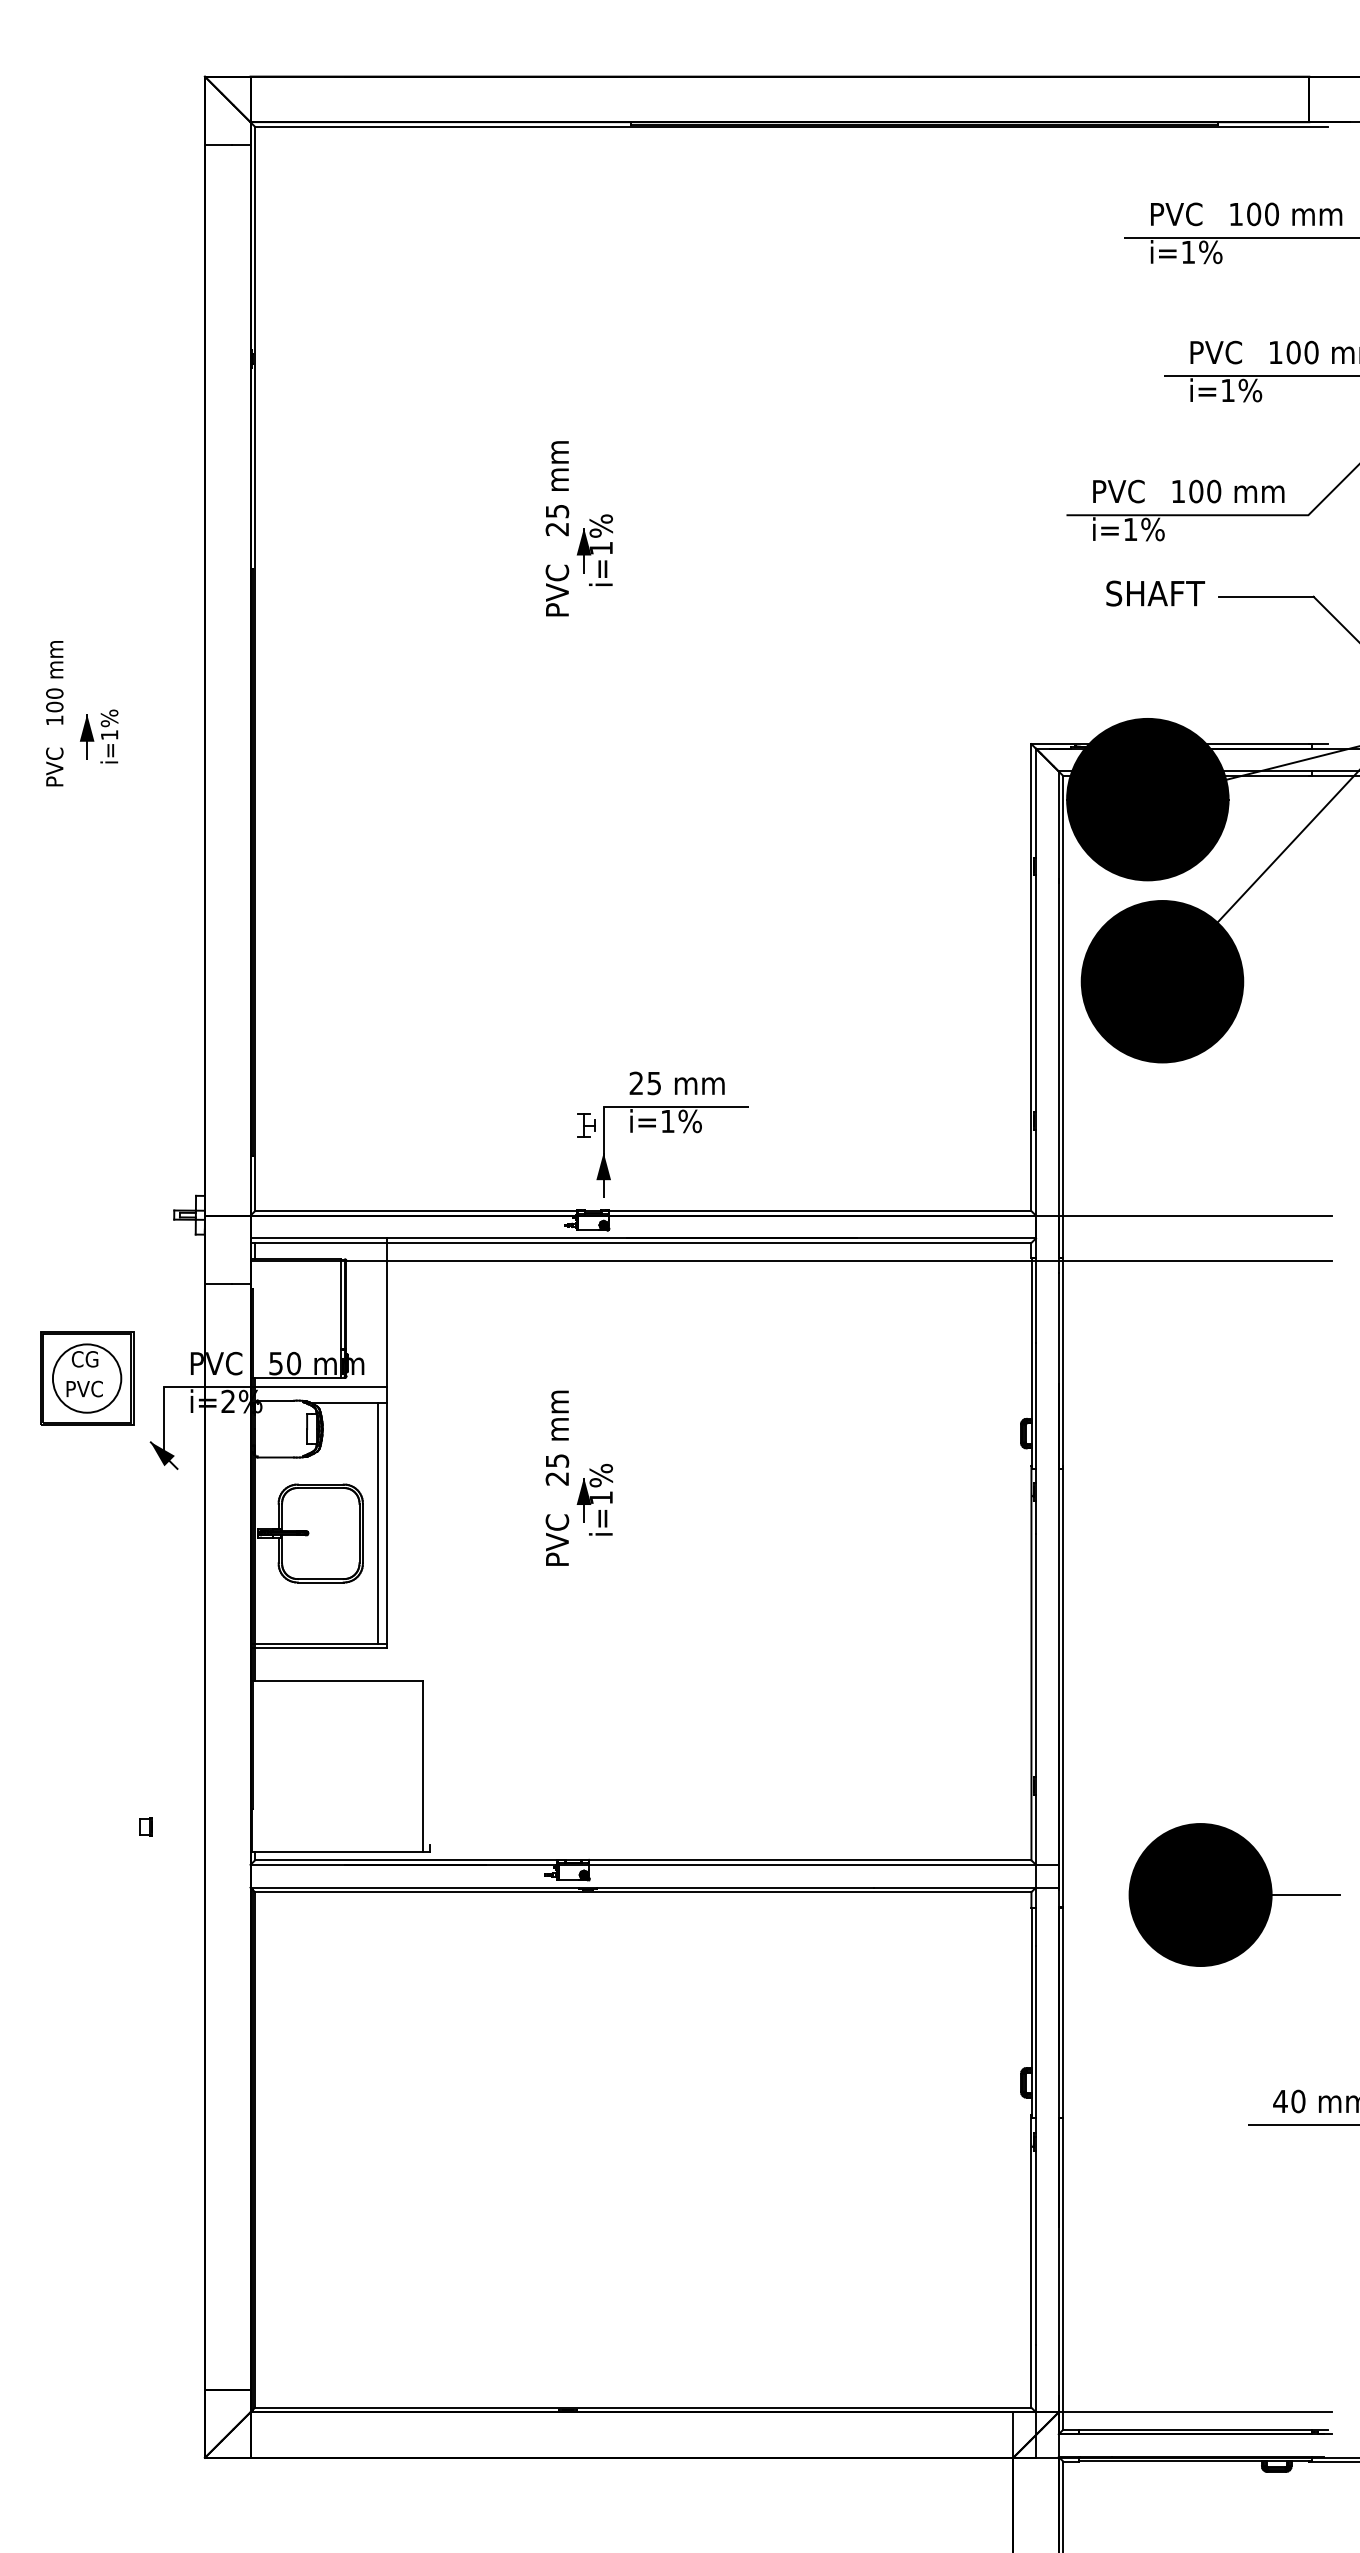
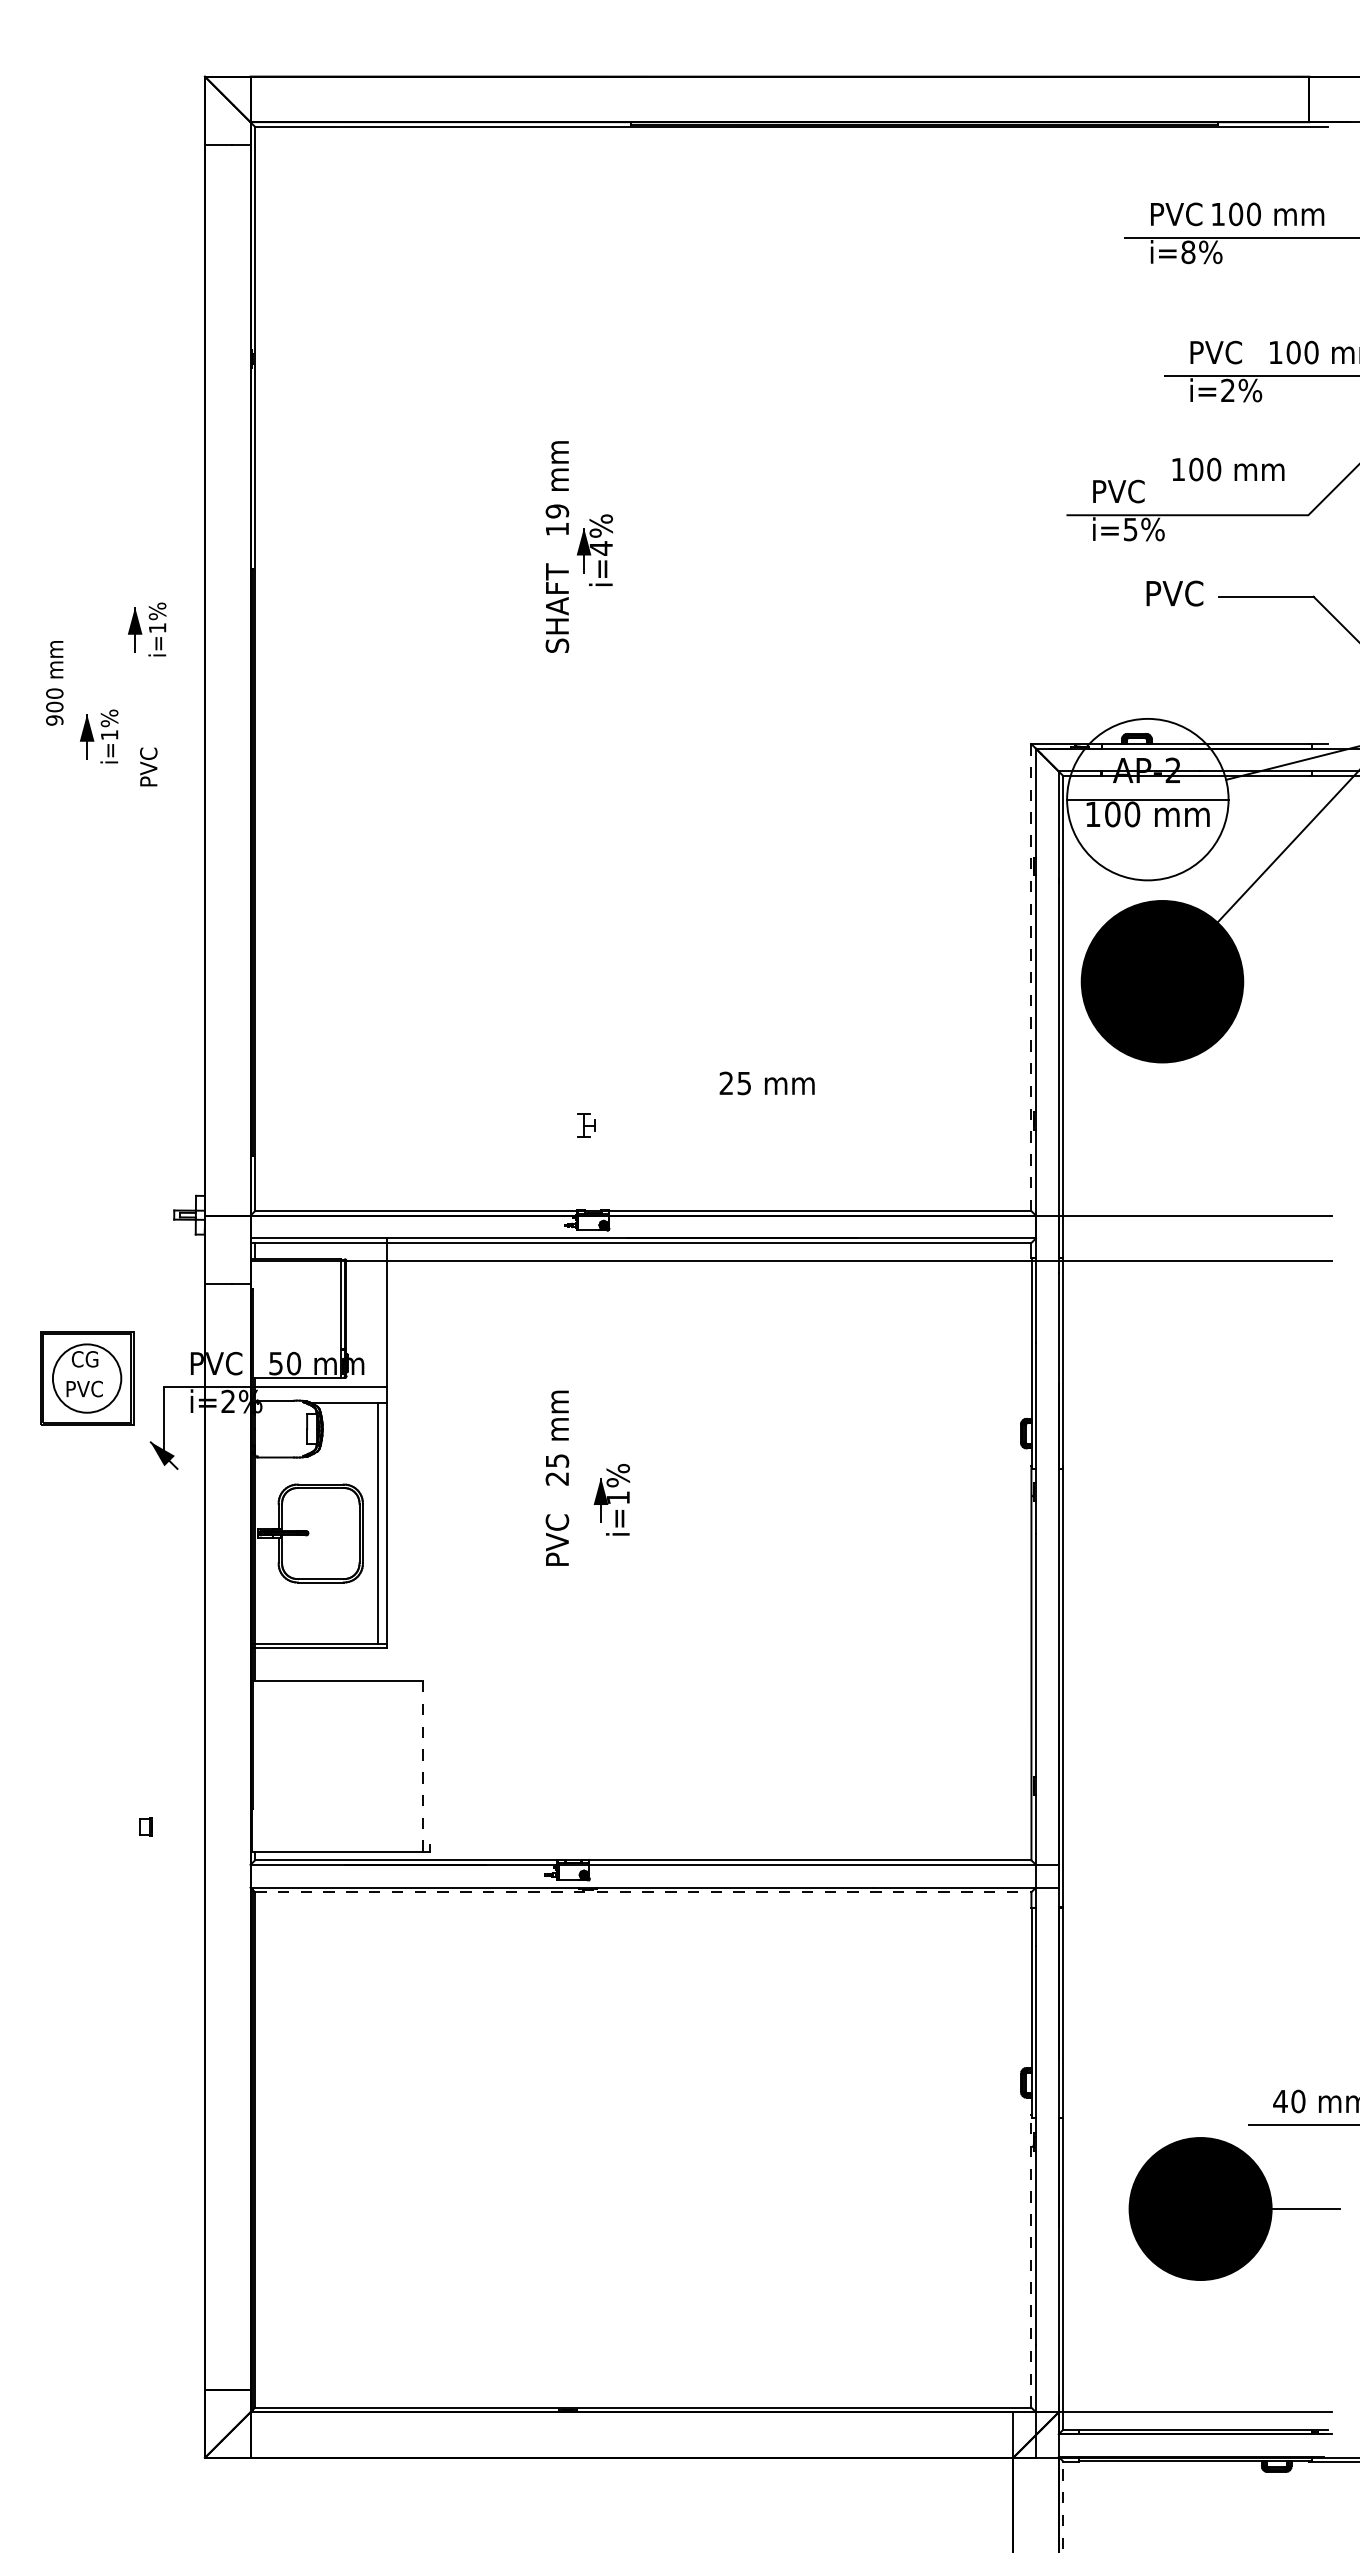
text at (1286, 214) position: (1286, 214) -> (1268, 214)
text at (1188, 252): i=1% -> i=8%
text at (1227, 389): i=1% -> i=2%
text at (1228, 491) position: (1228, 491) -> (1228, 469)
text at (556, 520): 25 -> 19
text at (1130, 529): i=1% -> i=5%
text at (600, 548): i=1% -> i=4%
text at (1155, 593): SHAFT -> PVC
text at (557, 607): PVC -> SHAFT
part at (147, 629): none -> present
text at (54, 720): 100 -> 900
text at (54, 766) position: (54, 766) -> (148, 766)
fill at (1147, 799): present -> none
line at (1031, 977): solid -> dashed
text at (676, 1083) position: (676, 1083) -> (766, 1083)
part at (672, 1132): present -> none
part at (594, 1499) position: (594, 1499) -> (611, 1499)
line at (423, 1765): solid -> dashed
line at (643, 1892): solid -> dashed
part at (1234, 1894) position: (1234, 1894) -> (1234, 2208)
line at (1031, 2261): solid -> dashed
line at (1063, 2506): solid -> dashed
